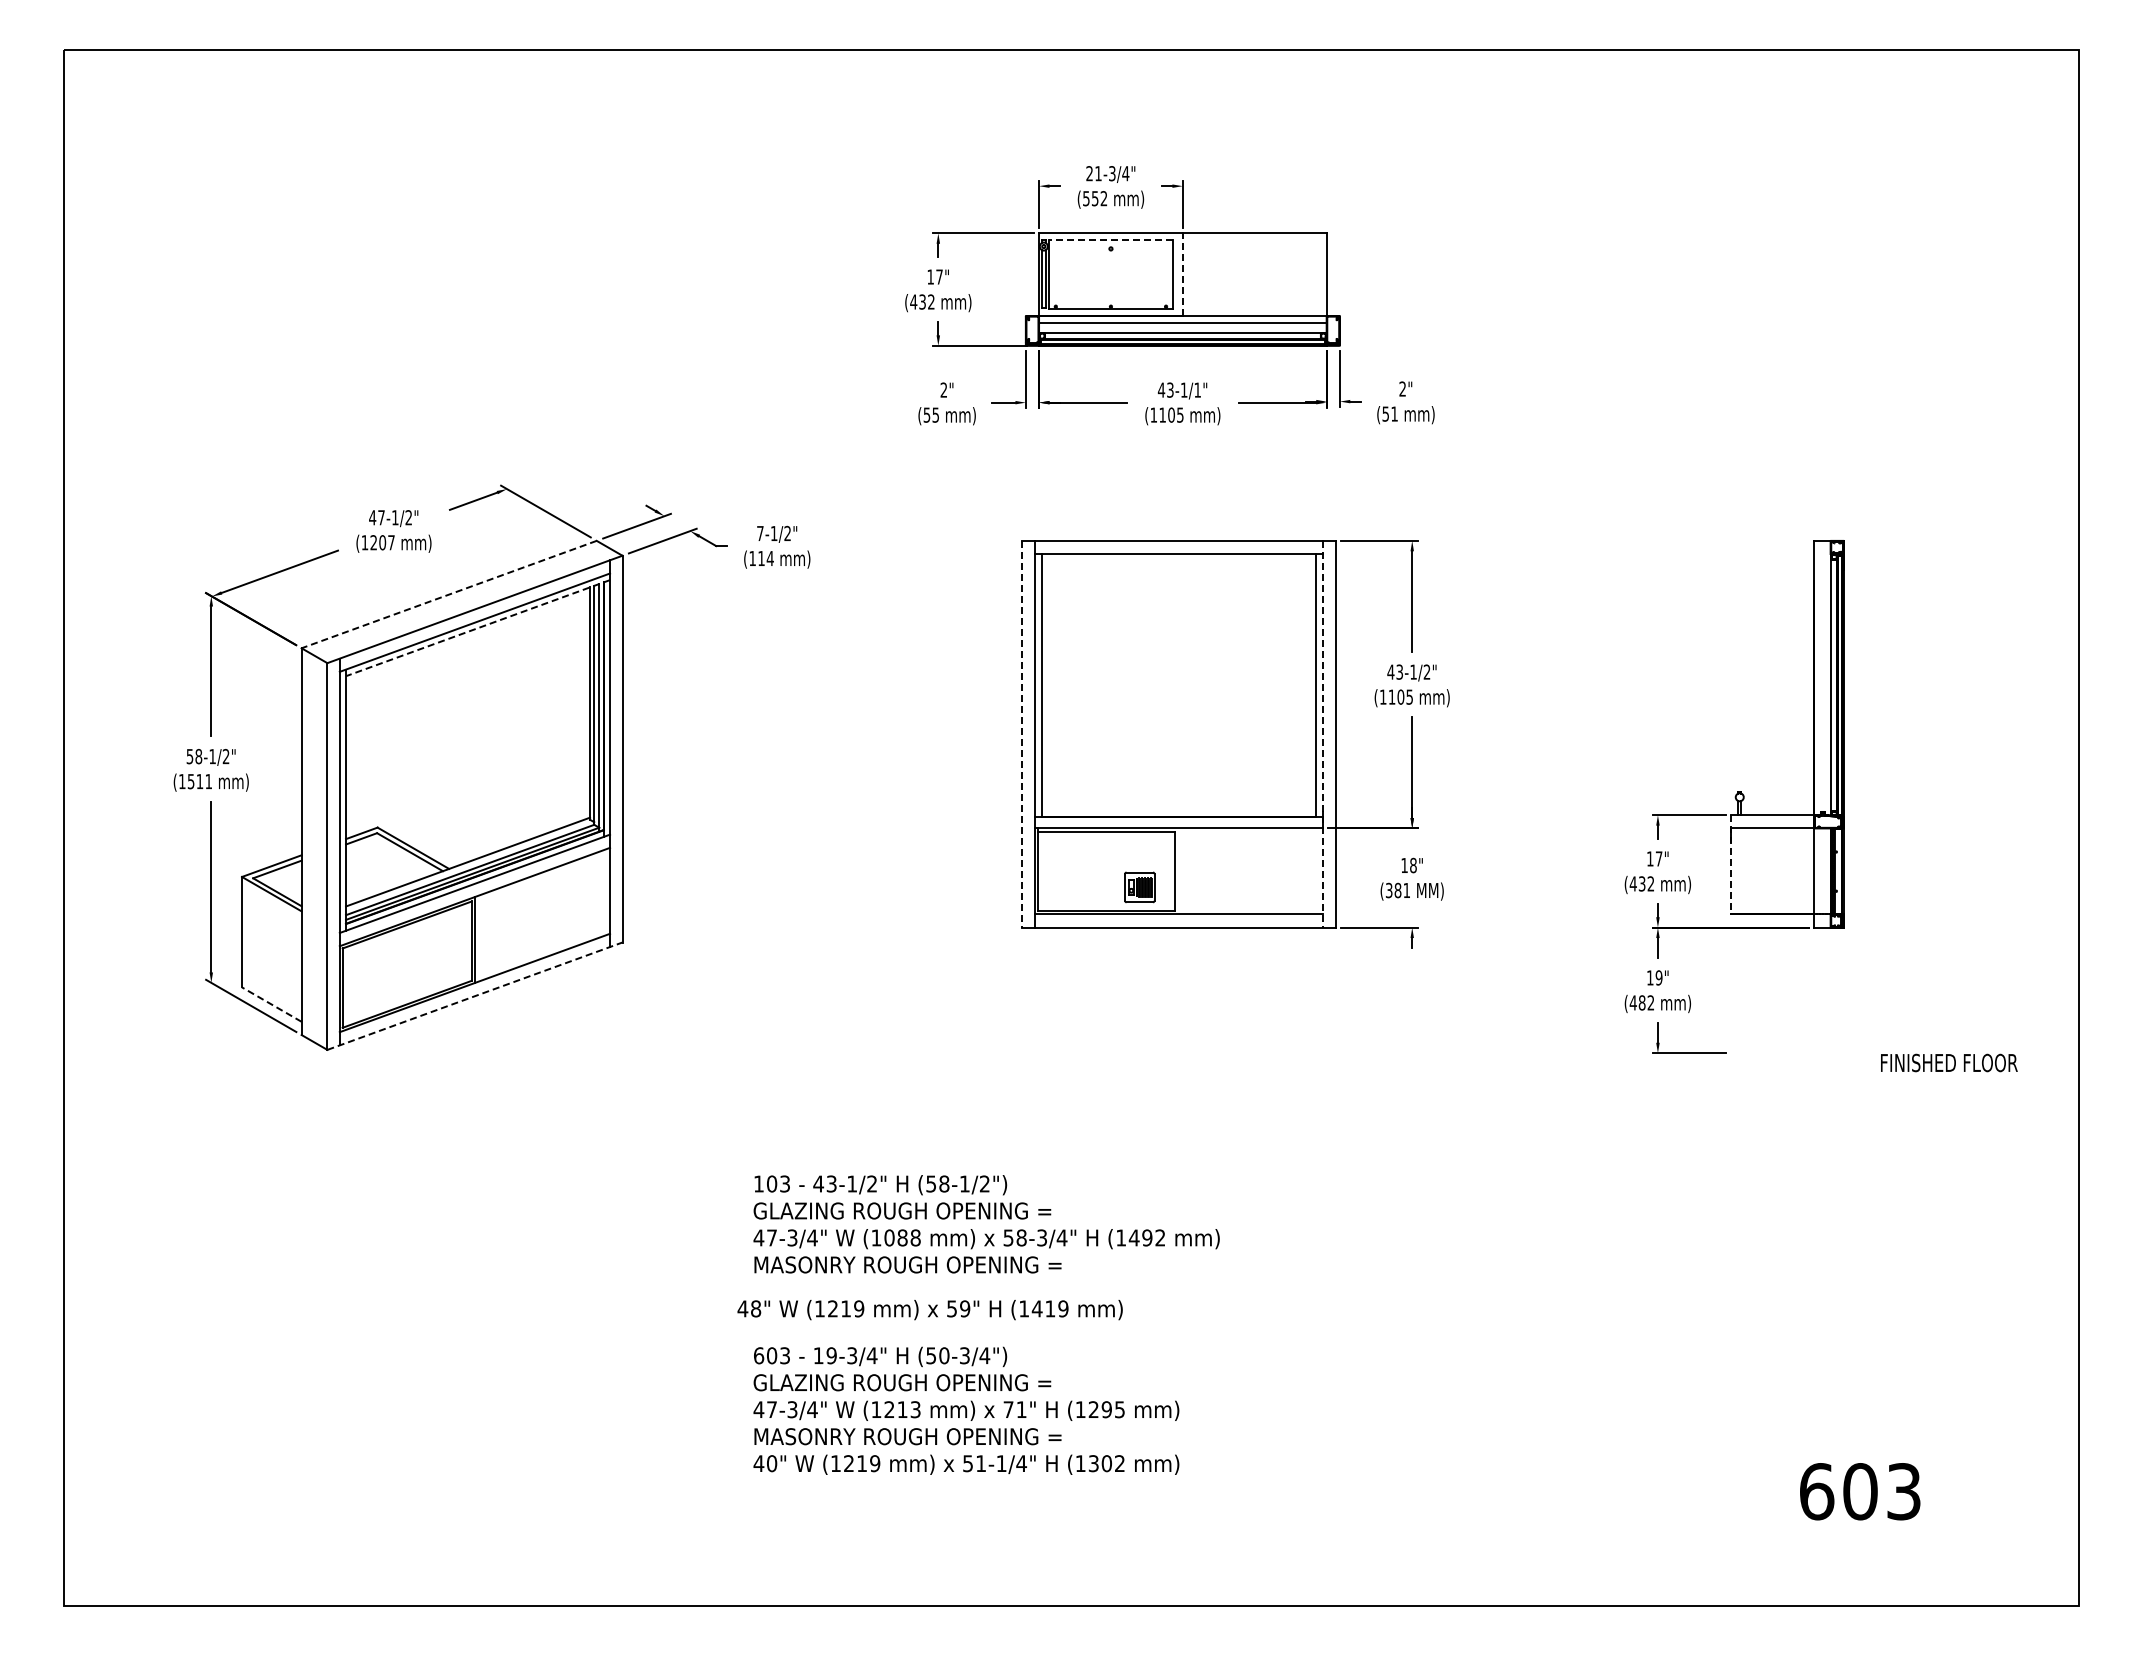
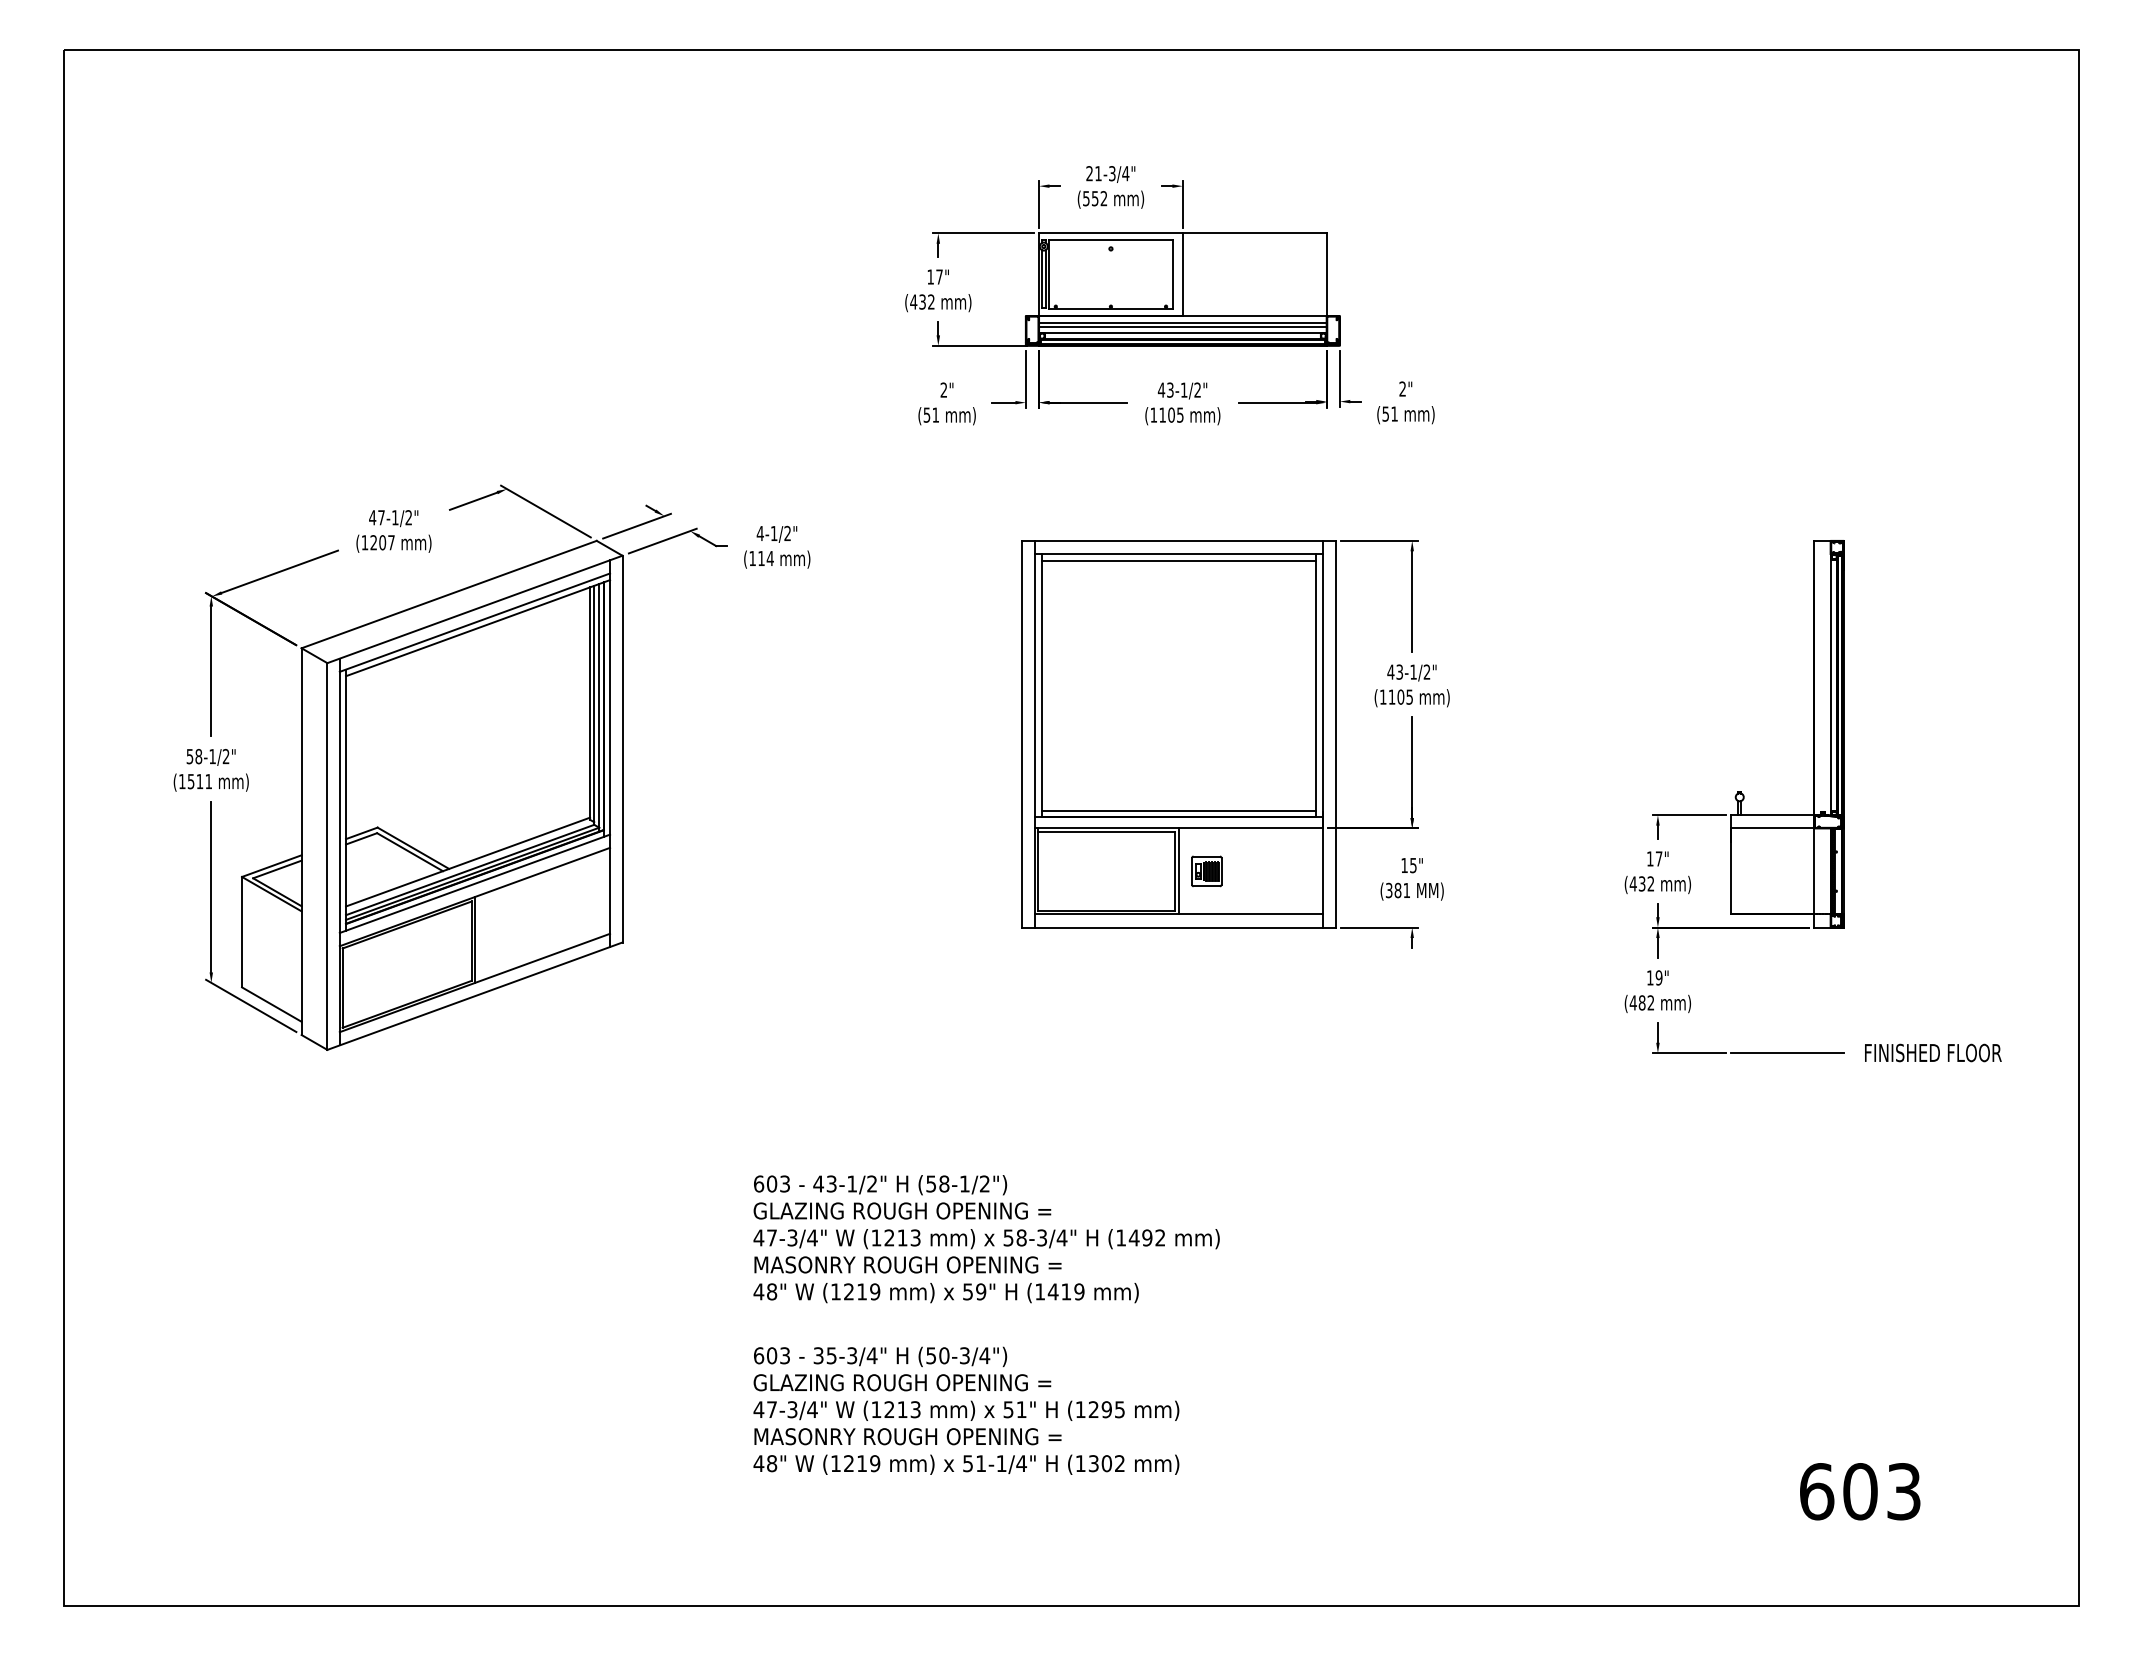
line at (1110, 240): dashed -> solid
line at (1182, 274): dashed -> solid
line at (1182, 326): none -> present
text at (1197, 389): 43-1/1" -> 43-1/2"
text at (935, 414): (55 -> (51
text at (759, 533): 7-1/2" -> 4-1/2"
line at (1178, 560): none -> present
line at (448, 594): dashed -> solid
line at (477, 628): dashed -> solid
line at (1021, 734): dashed -> solid
line at (1322, 734): dashed -> solid
line at (1178, 810): none -> present
line at (1731, 864): dashed -> solid
text at (1413, 865): 18" -> 15"
line at (1178, 871): none -> present
part at (1139, 887) position: (1139, 887) -> (1206, 871)
line at (475, 996): dashed -> solid
line at (271, 1004): dashed -> solid
line at (1787, 1053): none -> present
text at (1949, 1062) position: (1949, 1062) -> (1933, 1052)
text at (759, 1183): 103 -> 603
text at (902, 1237): (1088 -> (1213
text at (929, 1310) position: (929, 1310) -> (945, 1293)
text at (824, 1355): 19-3/4" -> 35-3/4"
text at (1008, 1409): 71" -> 51"
text at (772, 1463): 40" -> 48"
